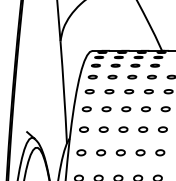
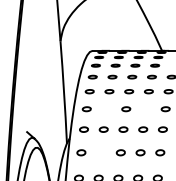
part at (106, 109): present -> none
part at (145, 109): present -> none
part at (101, 152): present -> none
